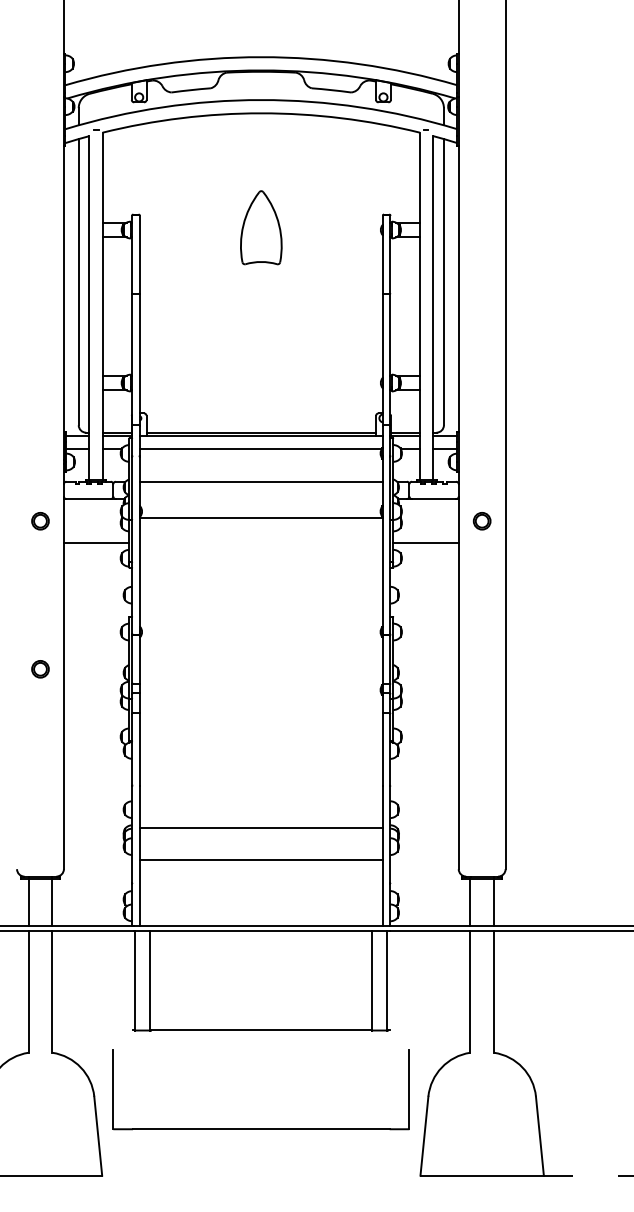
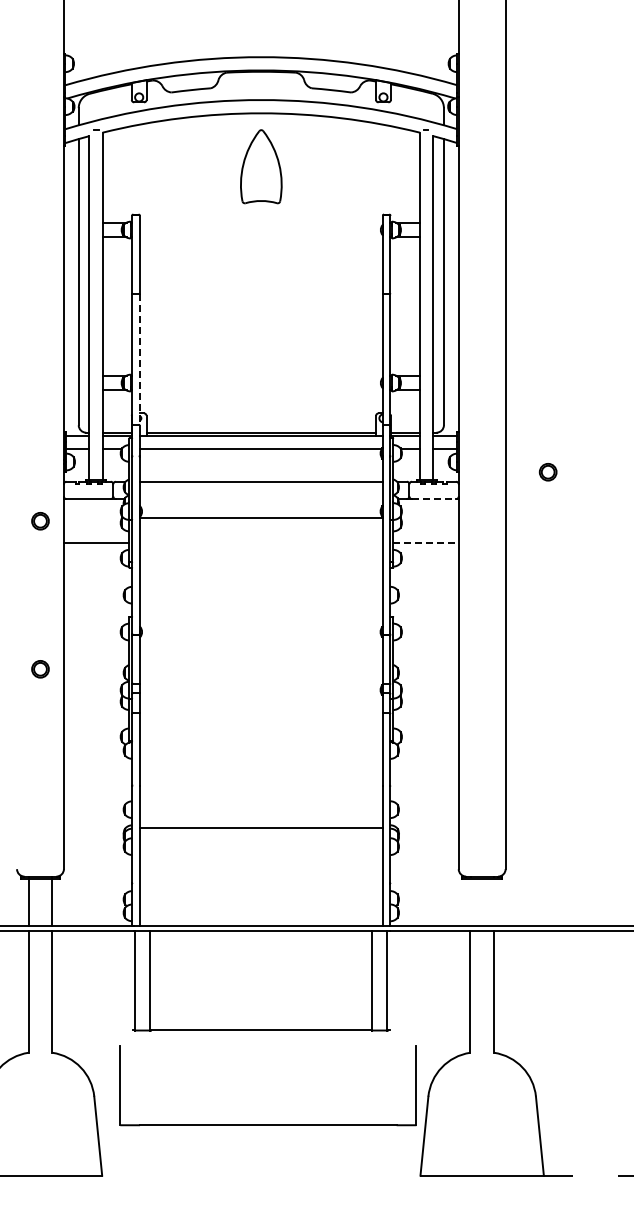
part at (261, 227) position: (261, 227) -> (261, 166)
line at (139, 359): solid -> dashed
line at (434, 499): solid -> dashed
part at (481, 521) position: (481, 521) -> (547, 472)
line at (426, 543): solid -> dashed
line at (260, 860): present -> none
line at (470, 901): present -> none
line at (494, 901): present -> none
part at (260, 1128) position: (260, 1128) -> (267, 1124)
